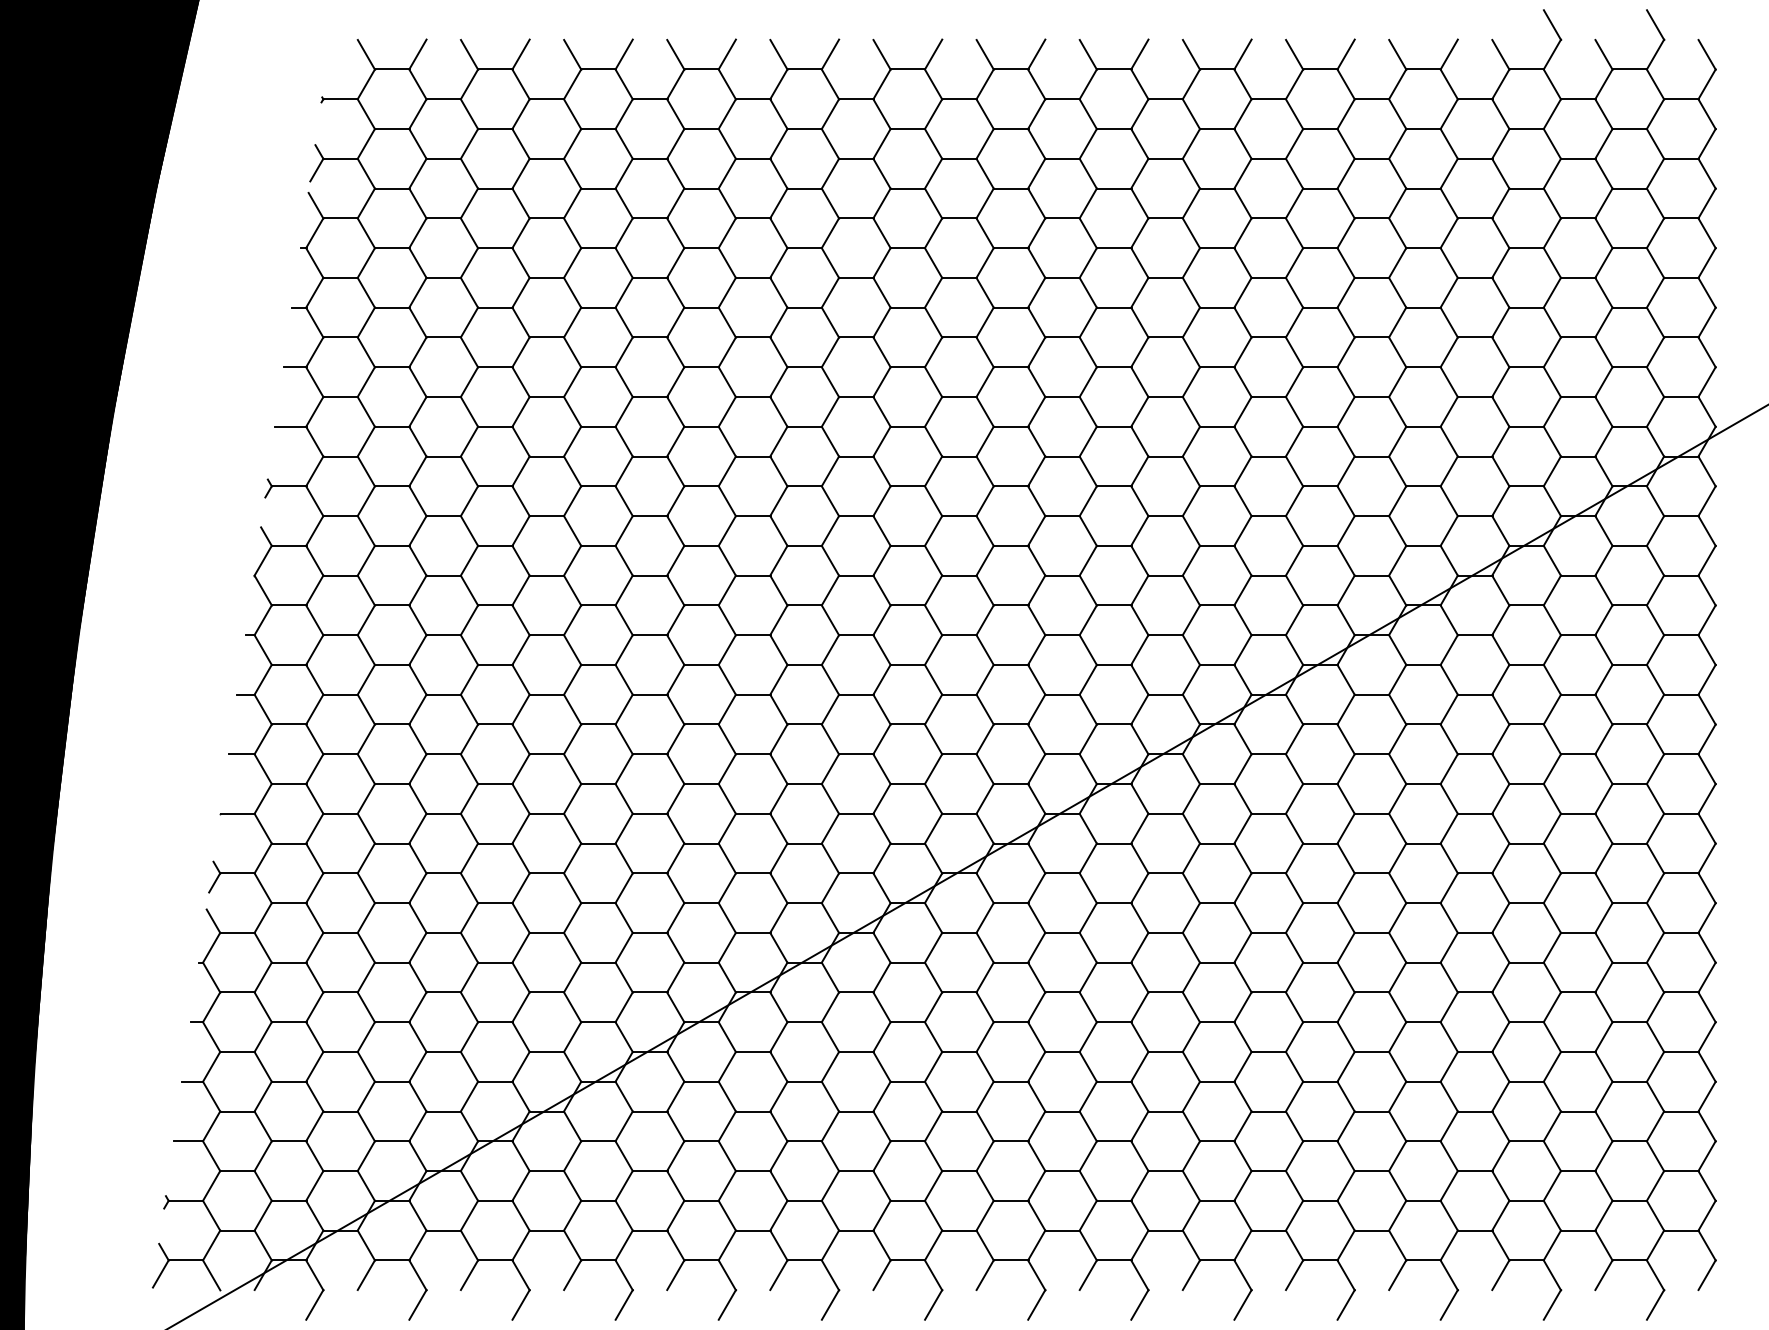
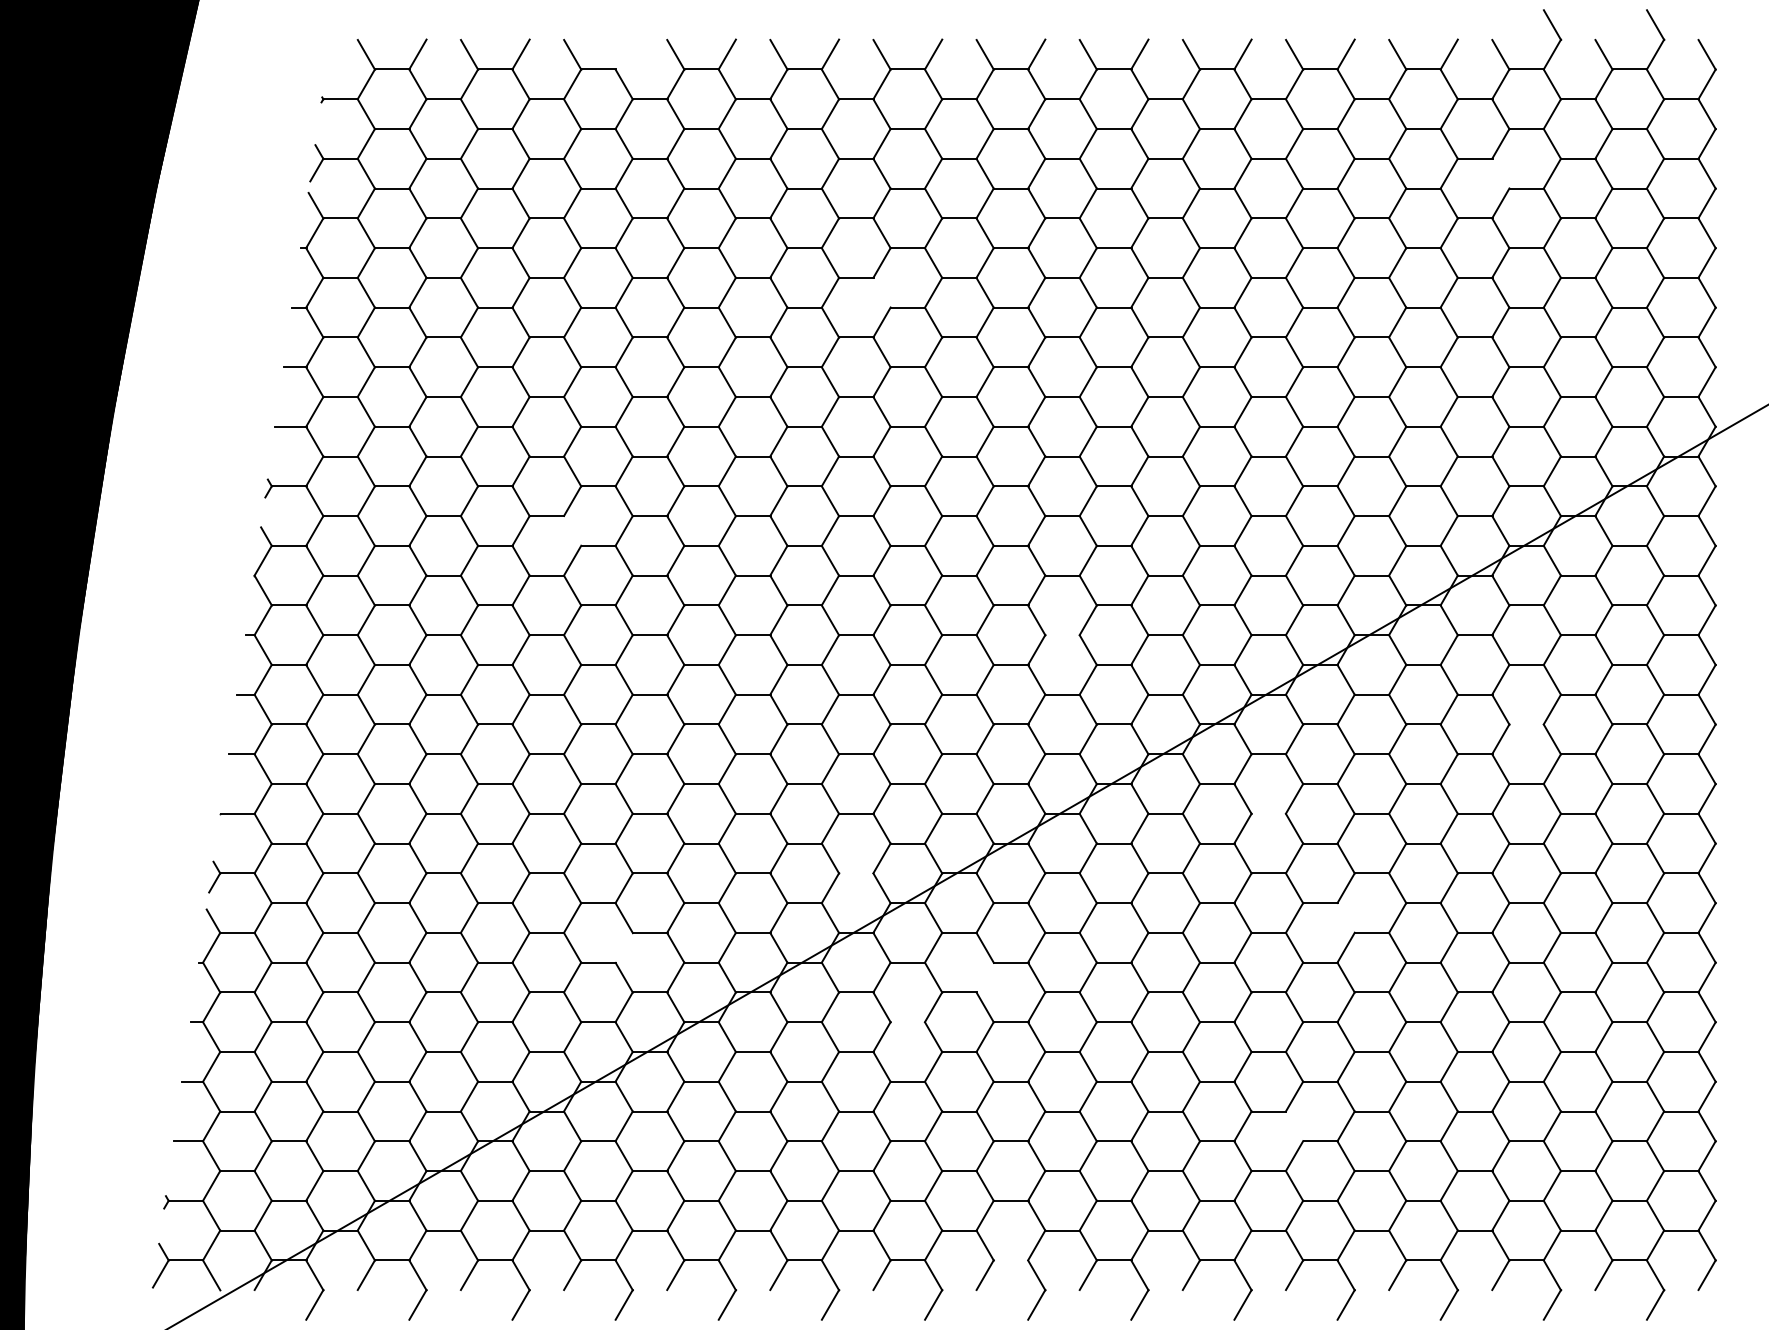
line at (623, 54): present -> none
line at (1500, 173): present -> none
line at (881, 292): present -> none
line at (572, 531): present -> none
line at (1062, 635): present -> none
line at (1526, 724): present -> none
line at (1268, 813): present -> none
line at (856, 873): present -> none
line at (1345, 918): present -> none
line at (623, 947): present -> none
line at (984, 977): present -> none
line at (908, 1022): present -> none
line at (1294, 1126): present -> none
line at (1011, 1260): present -> none
